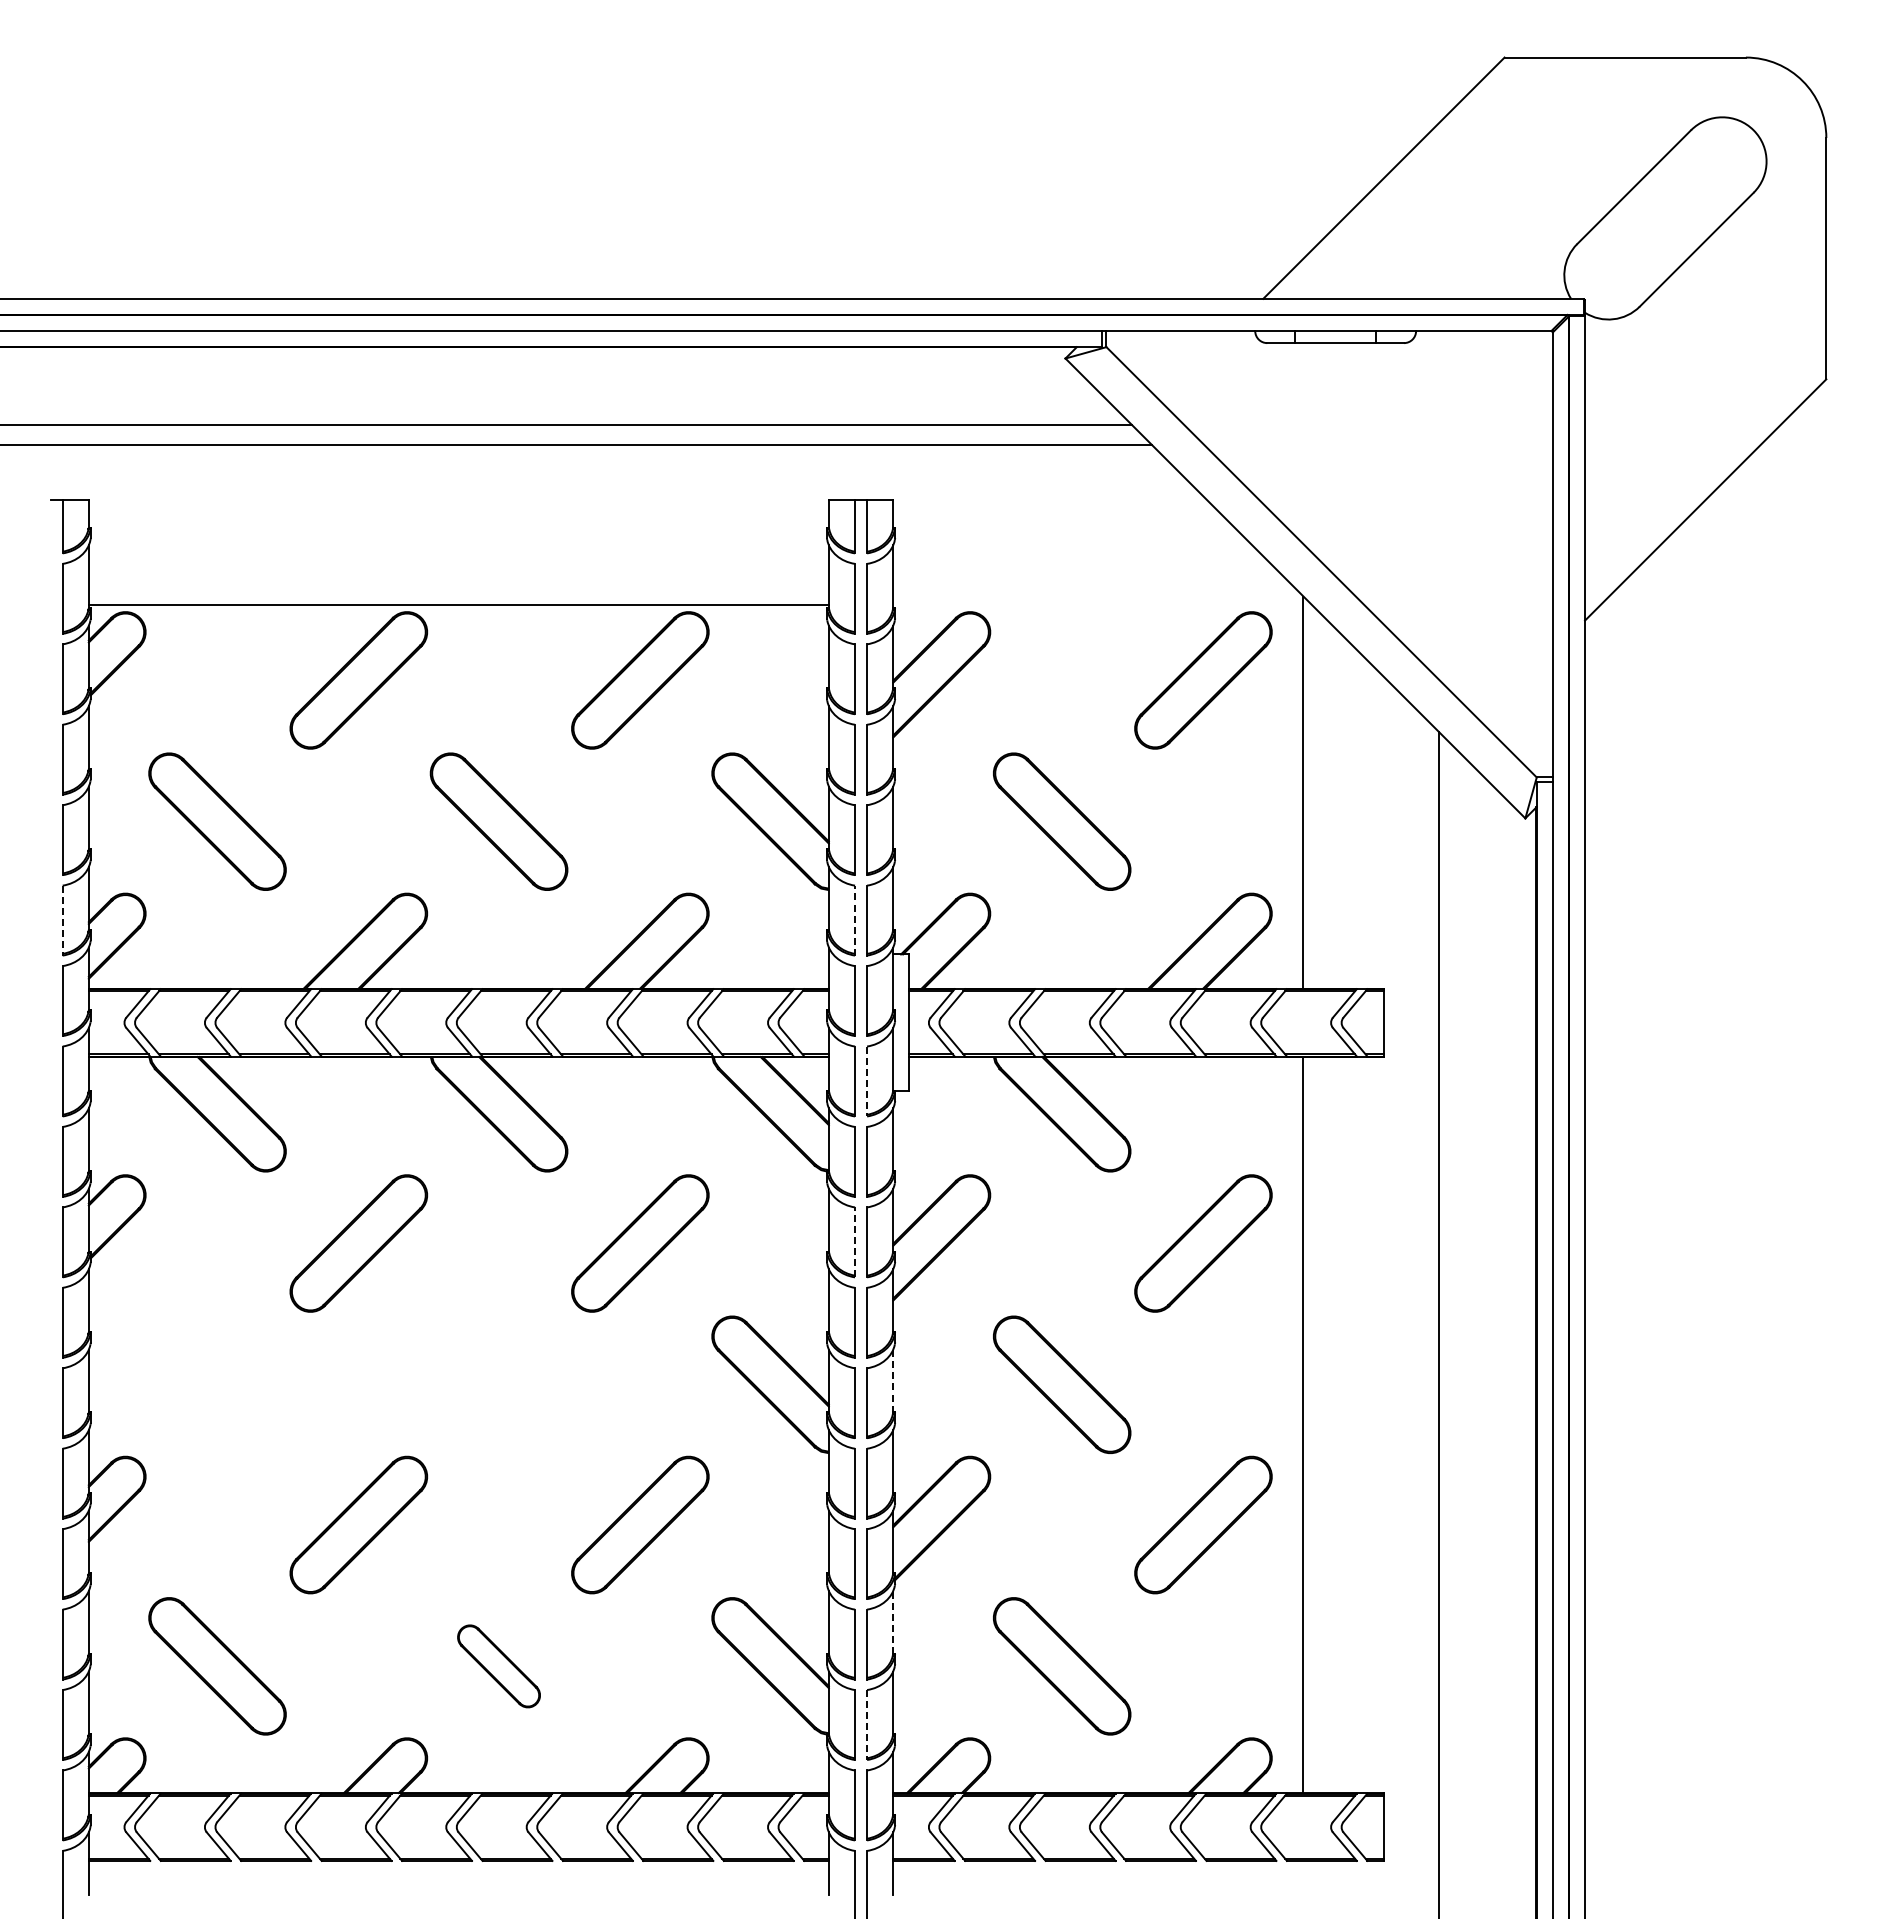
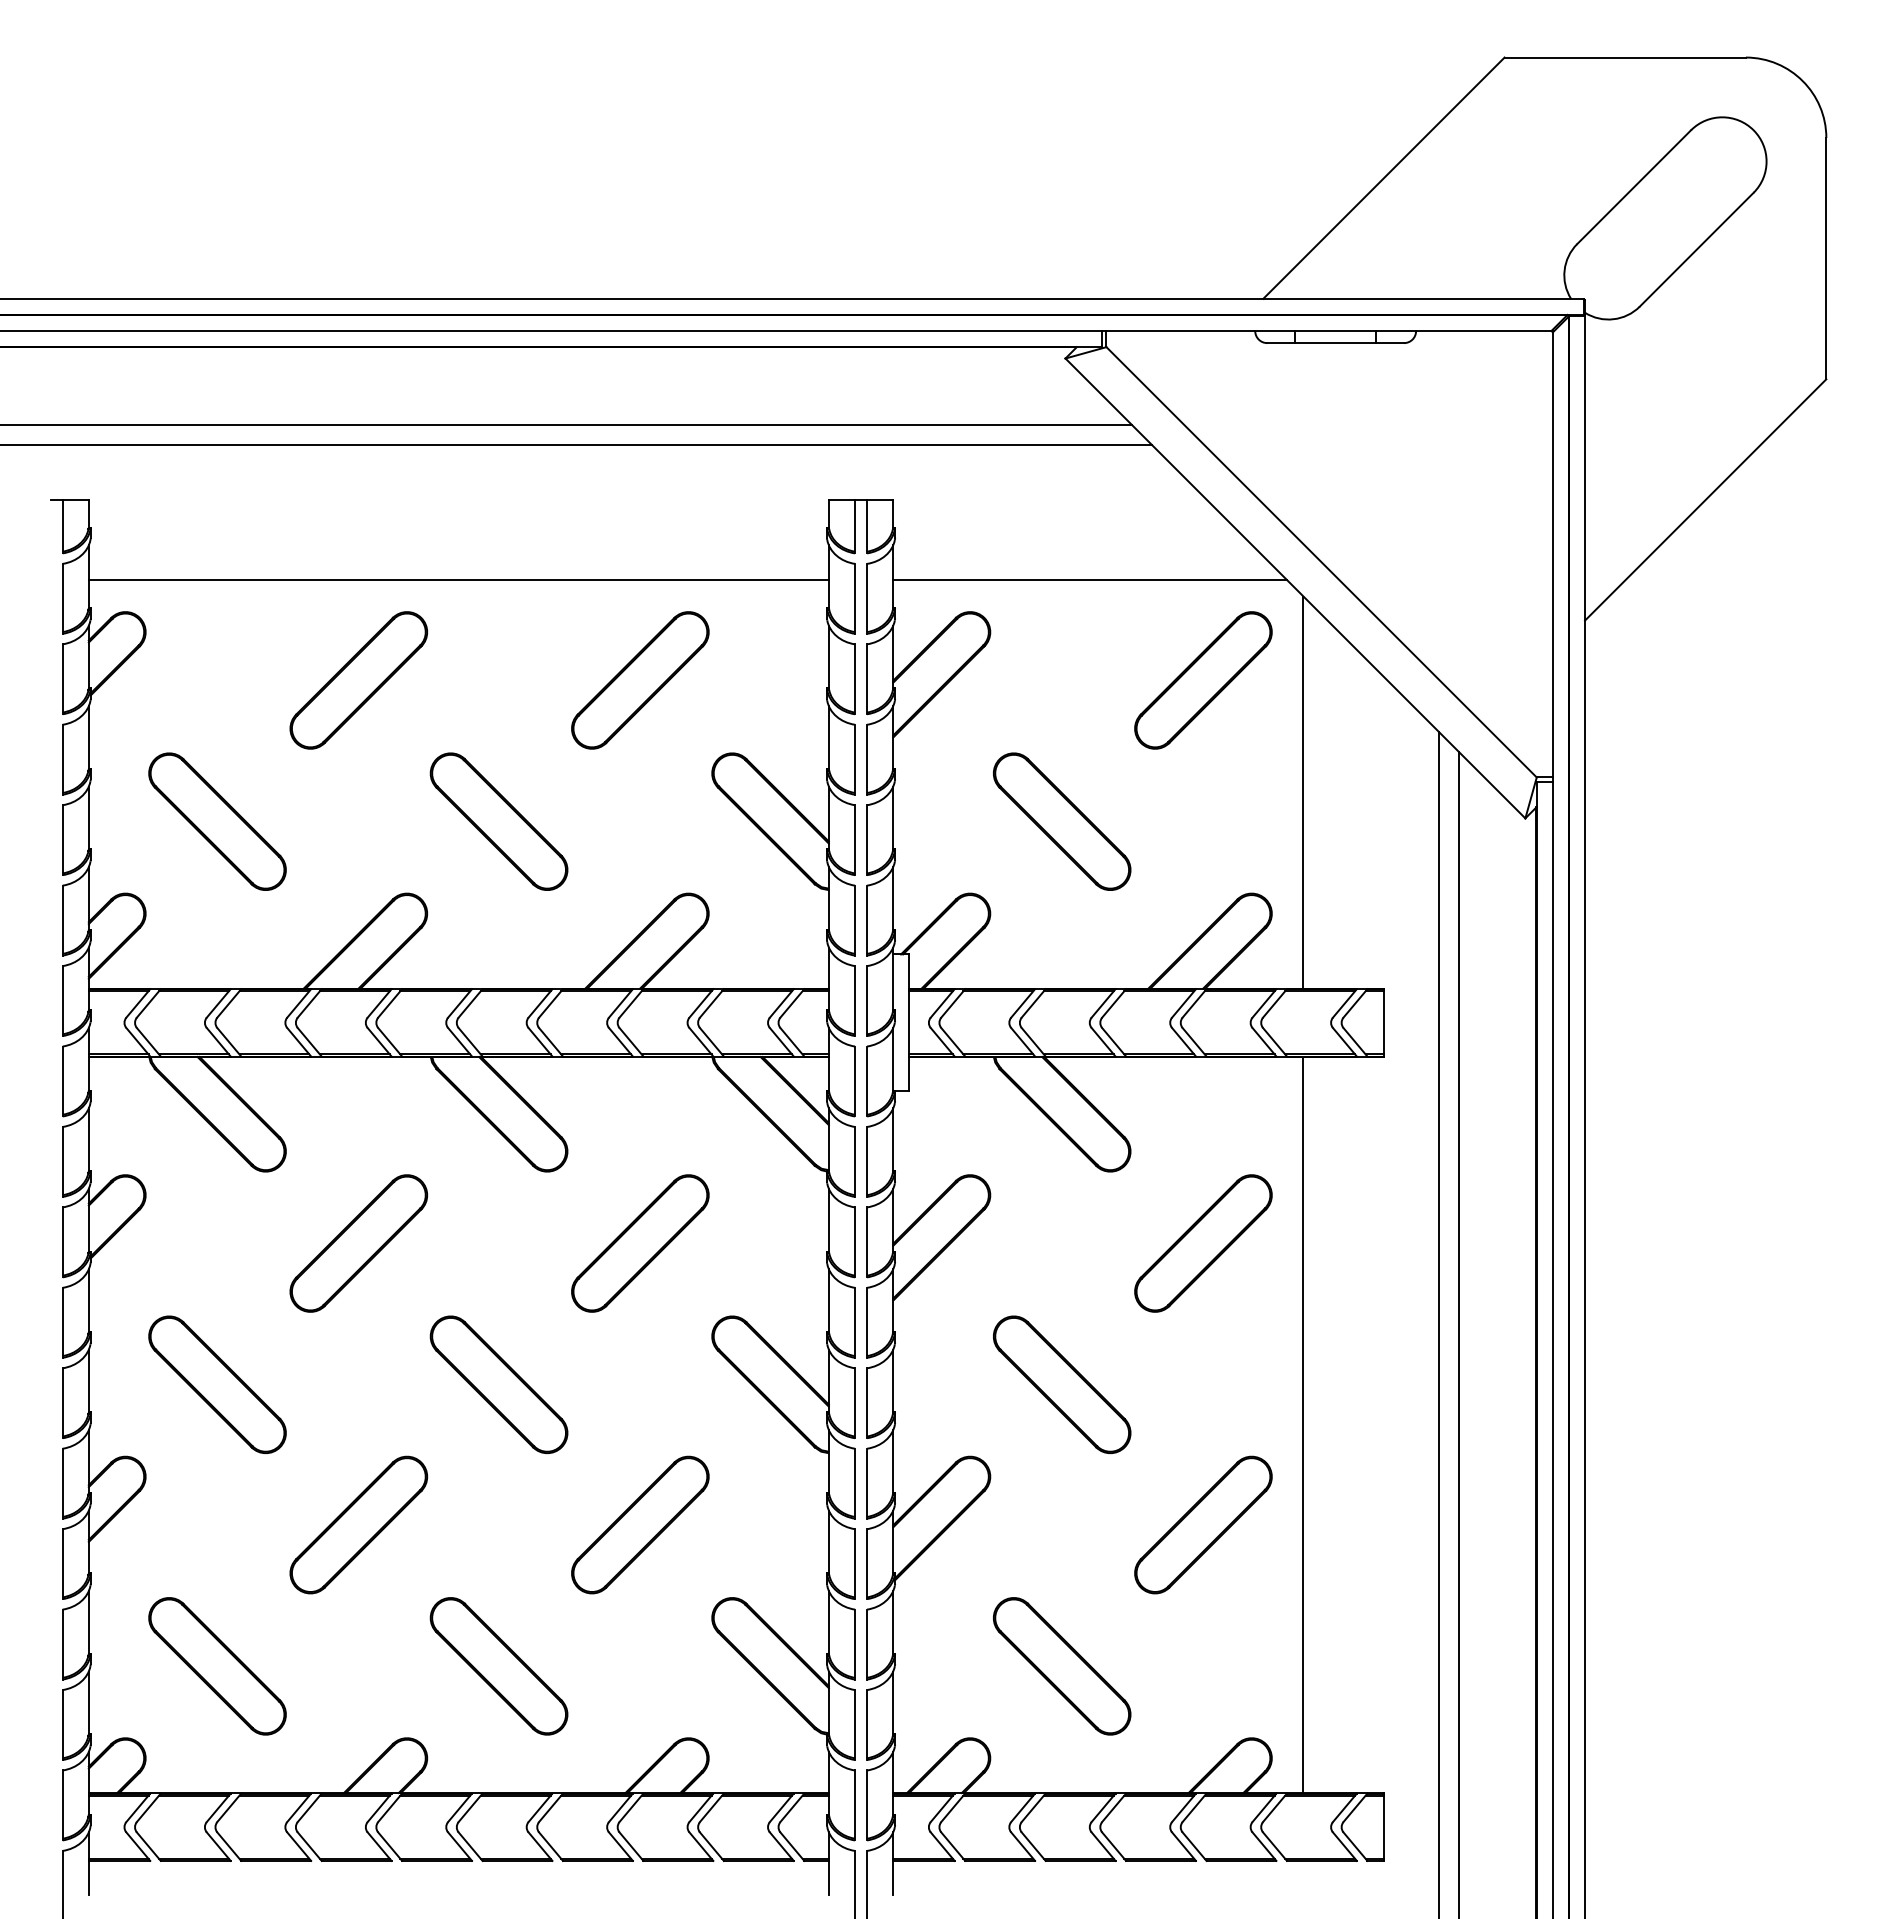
line at (1090, 580): none -> present
line at (458, 605) position: (458, 605) -> (458, 580)
line at (62, 920): dashed -> solid
line at (855, 920): dashed -> solid
line at (867, 1081): dashed -> solid
line at (855, 1242): dashed -> solid
line at (1459, 1333): none -> present
line at (893, 1380): dashed -> solid
part at (217, 1384): none -> present
part at (498, 1384): none -> present
line at (893, 1621): dashed -> solid
part at (498, 1666) size: 84x85 px -> 140x139 px
line at (867, 1725): dashed -> solid
